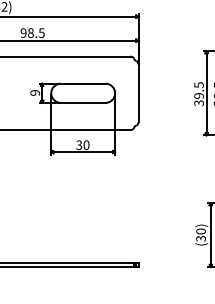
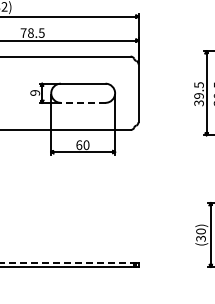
text at (23, 32): 98.5 -> 78.5
line at (82, 102): solid -> dashed
text at (79, 144): 30 -> 60
line at (65, 262): solid -> dashed
